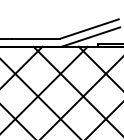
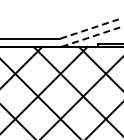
line at (89, 29): solid -> dashed
line at (90, 37): solid -> dashed
